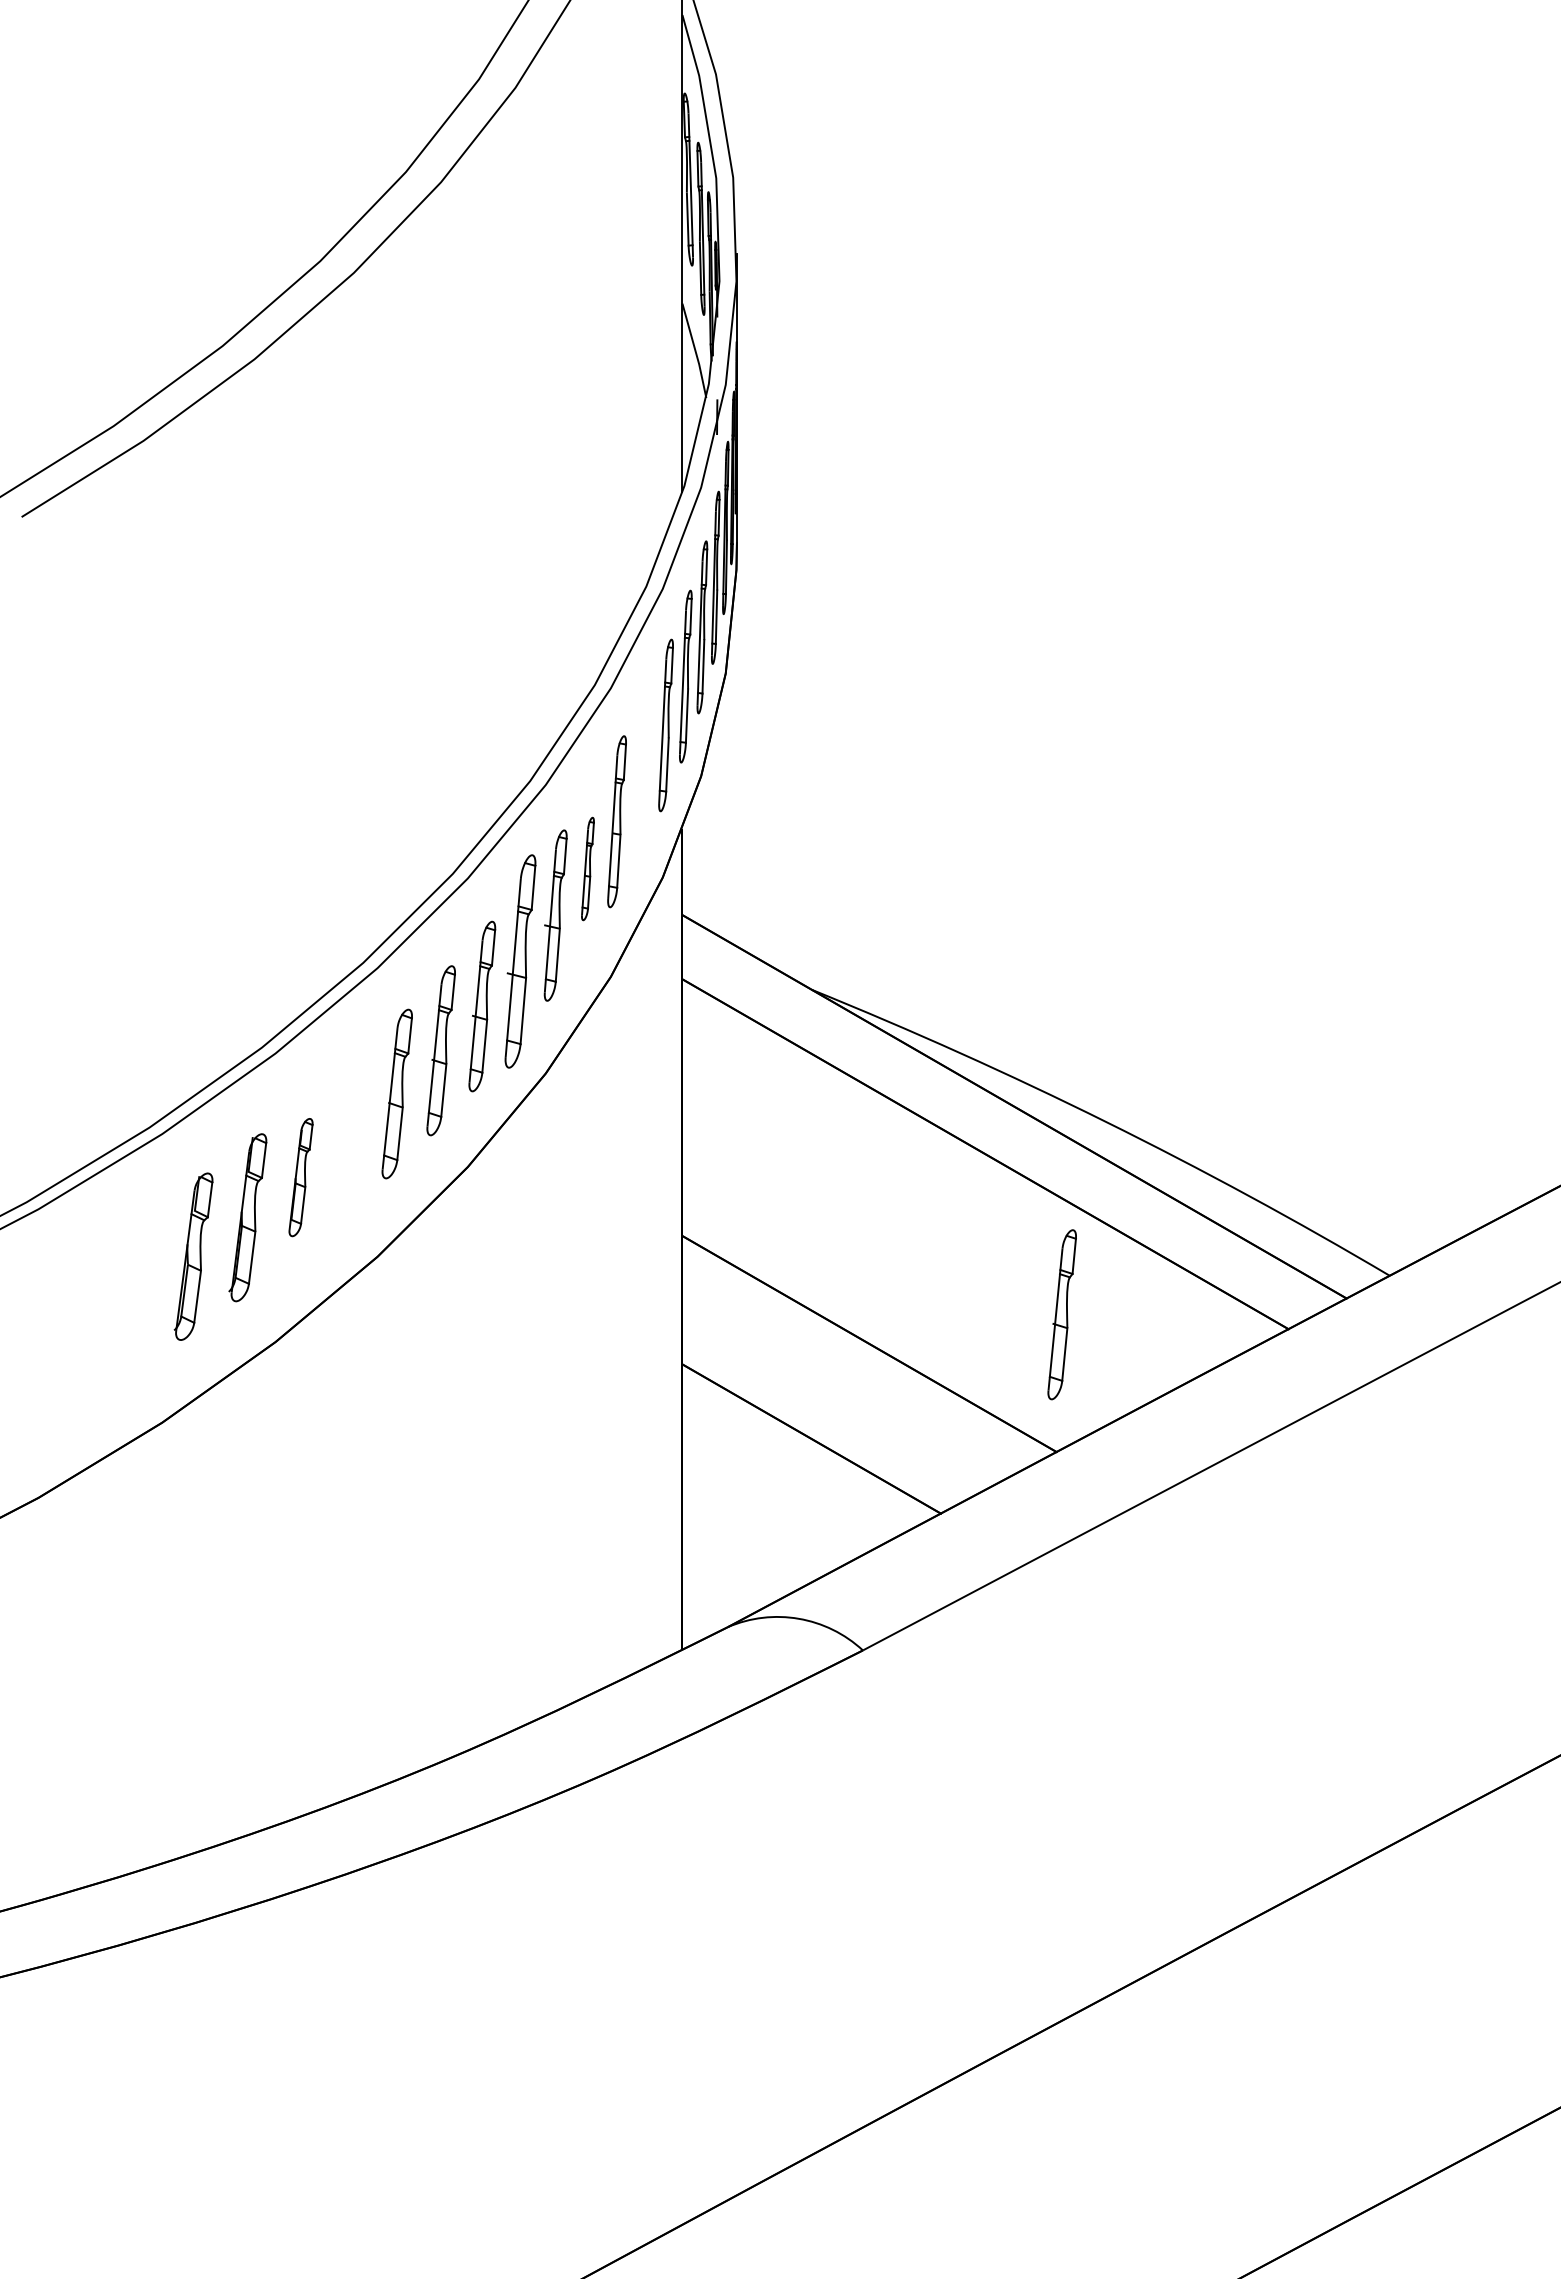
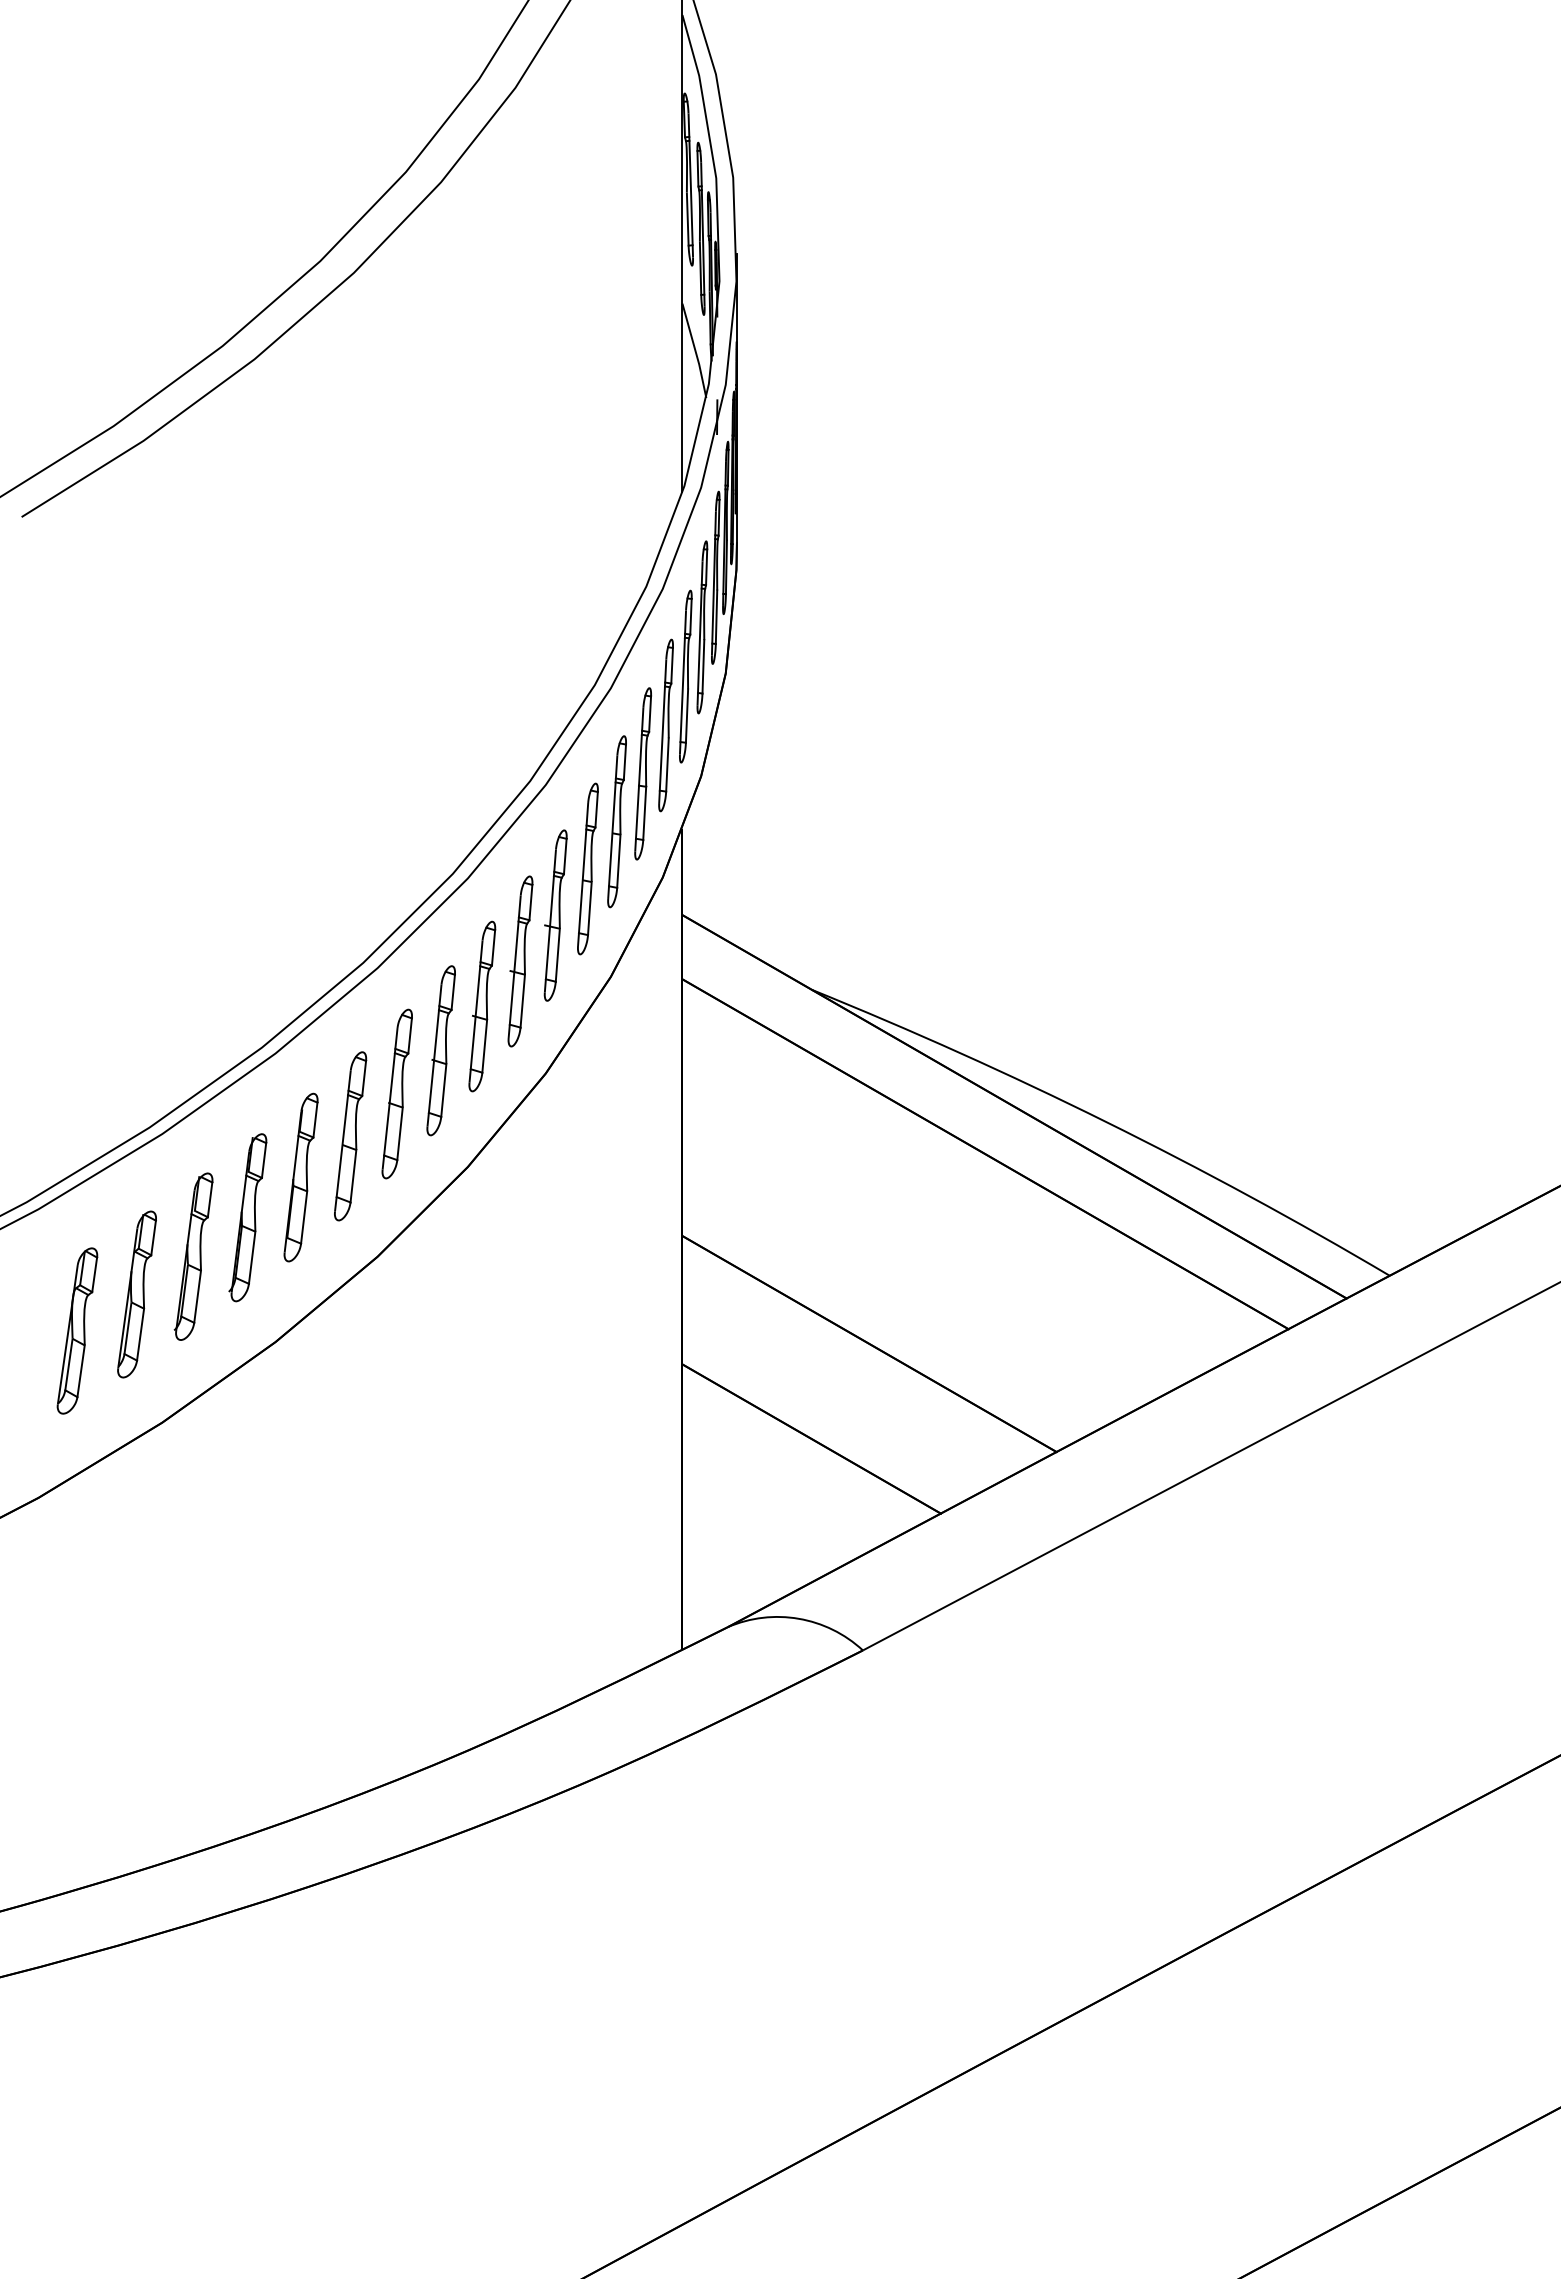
part at (643, 773): none -> present
part at (587, 868) size: 14x106 px -> 22x174 px
part at (520, 961) size: 33x215 px -> 27x173 px
part at (350, 1136): none -> present
part at (300, 1177) size: 26x120 px -> 36x171 px
part at (136, 1294): none -> present
part at (1061, 1314): present -> none
part at (77, 1330): none -> present
